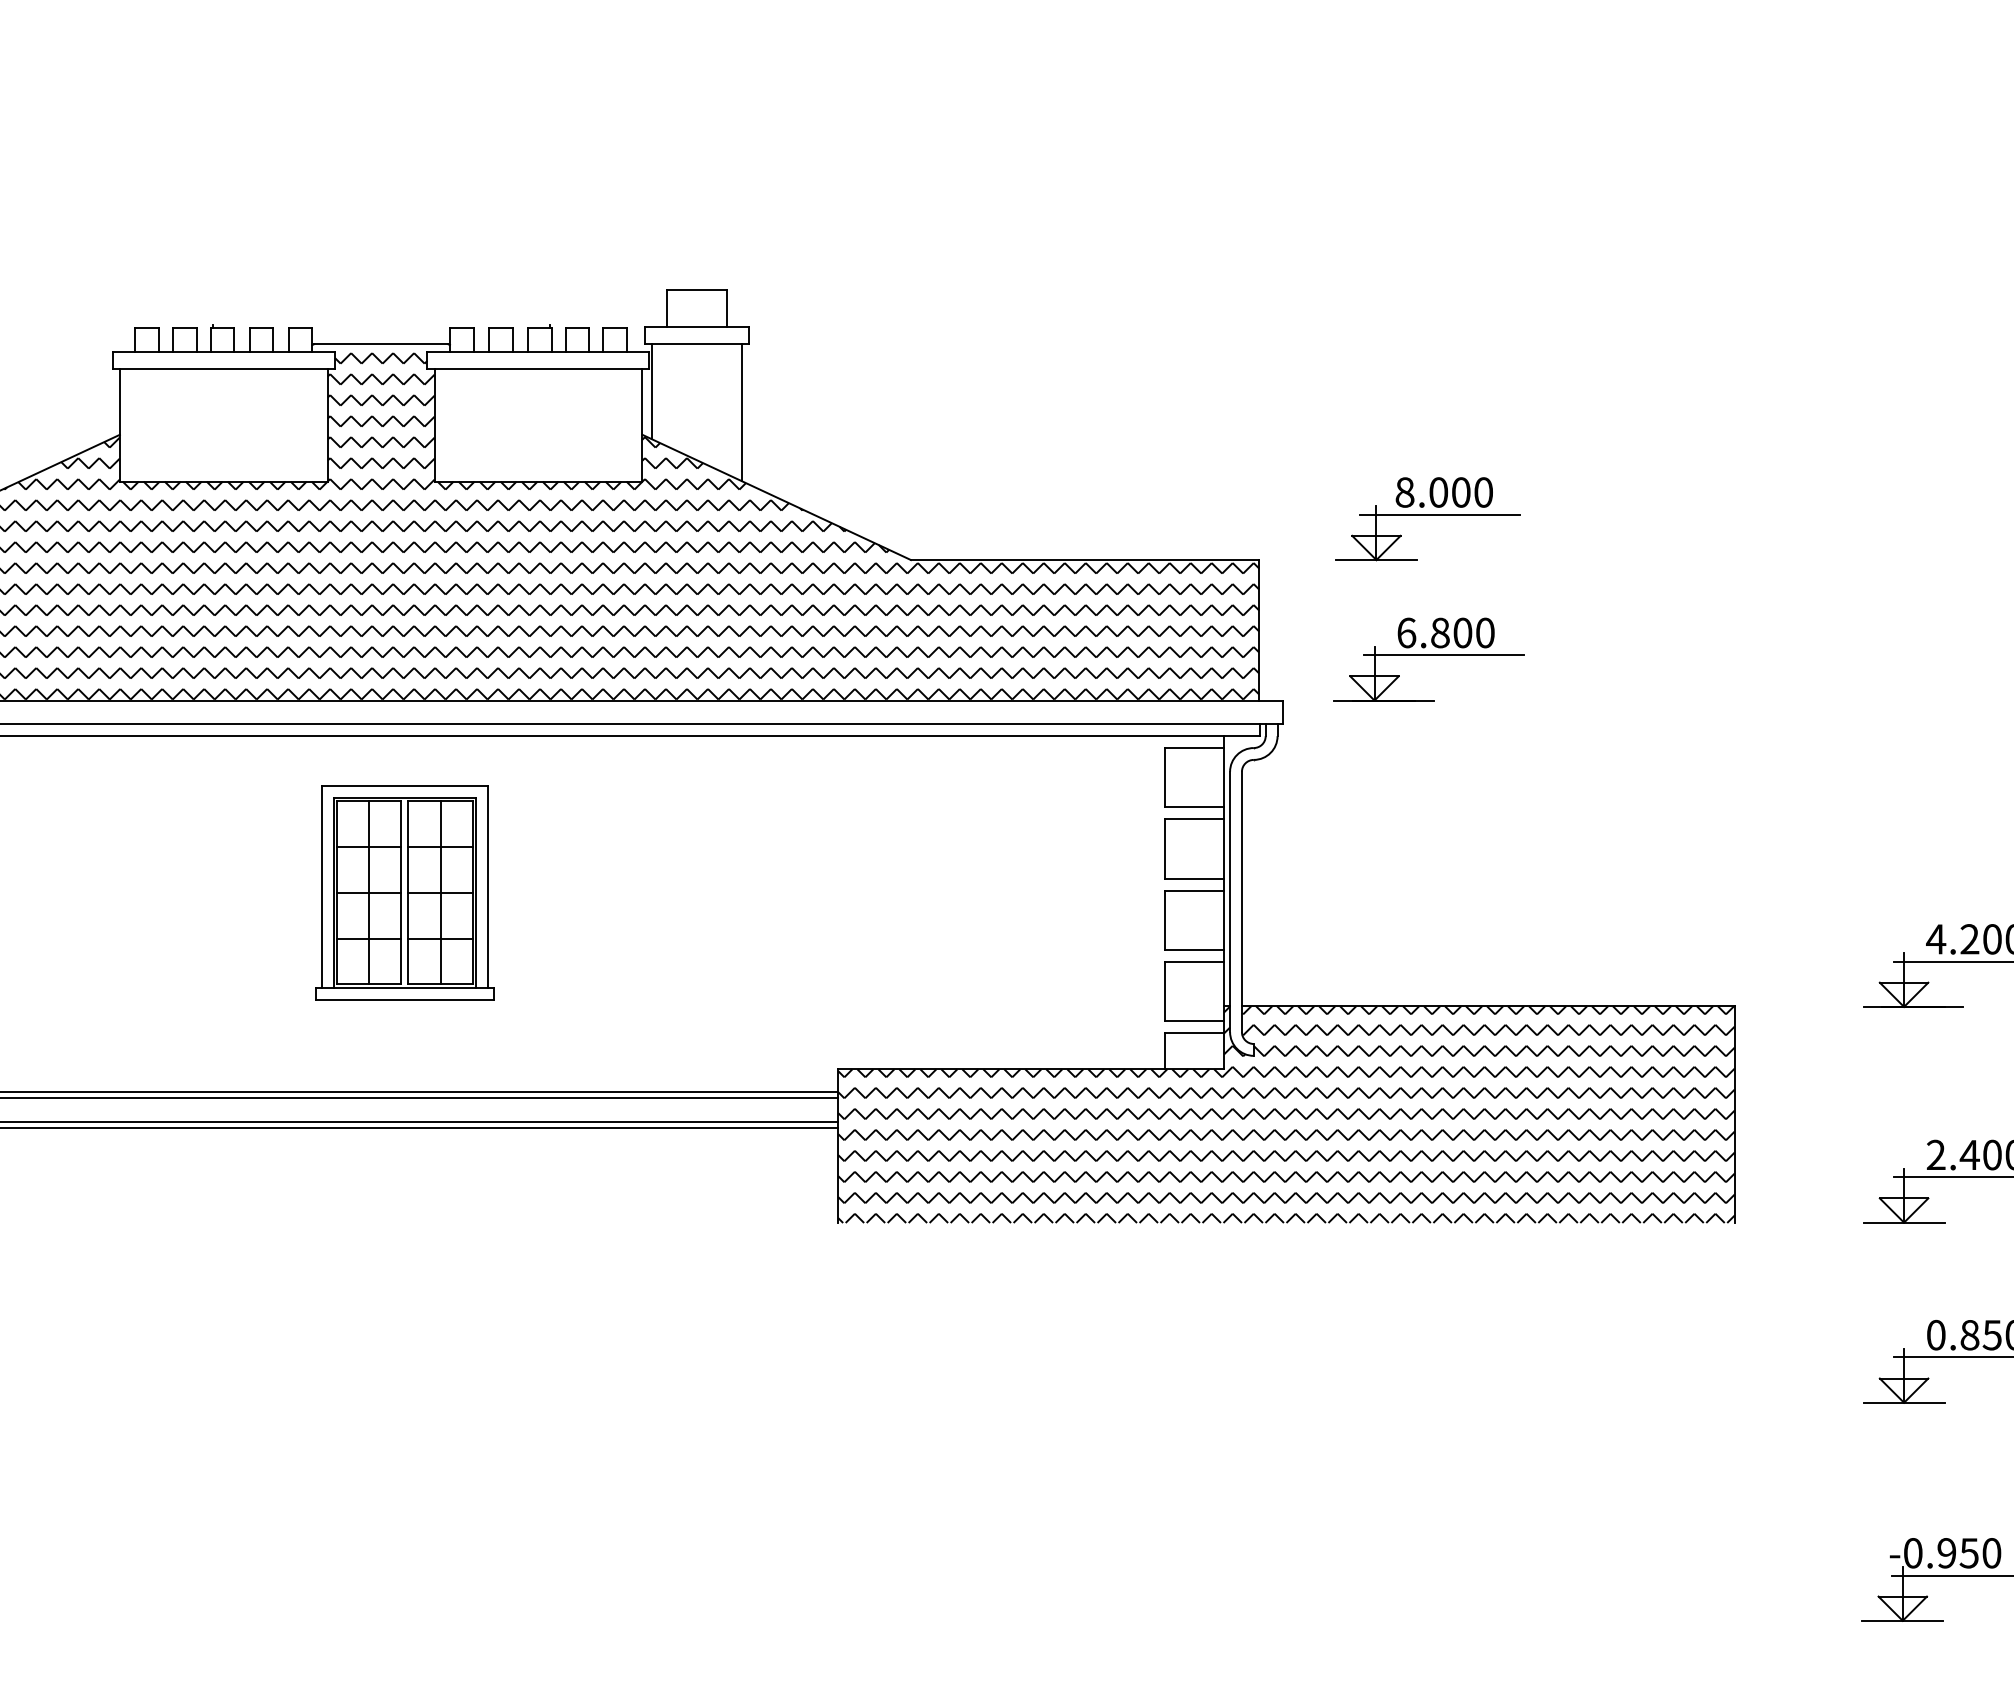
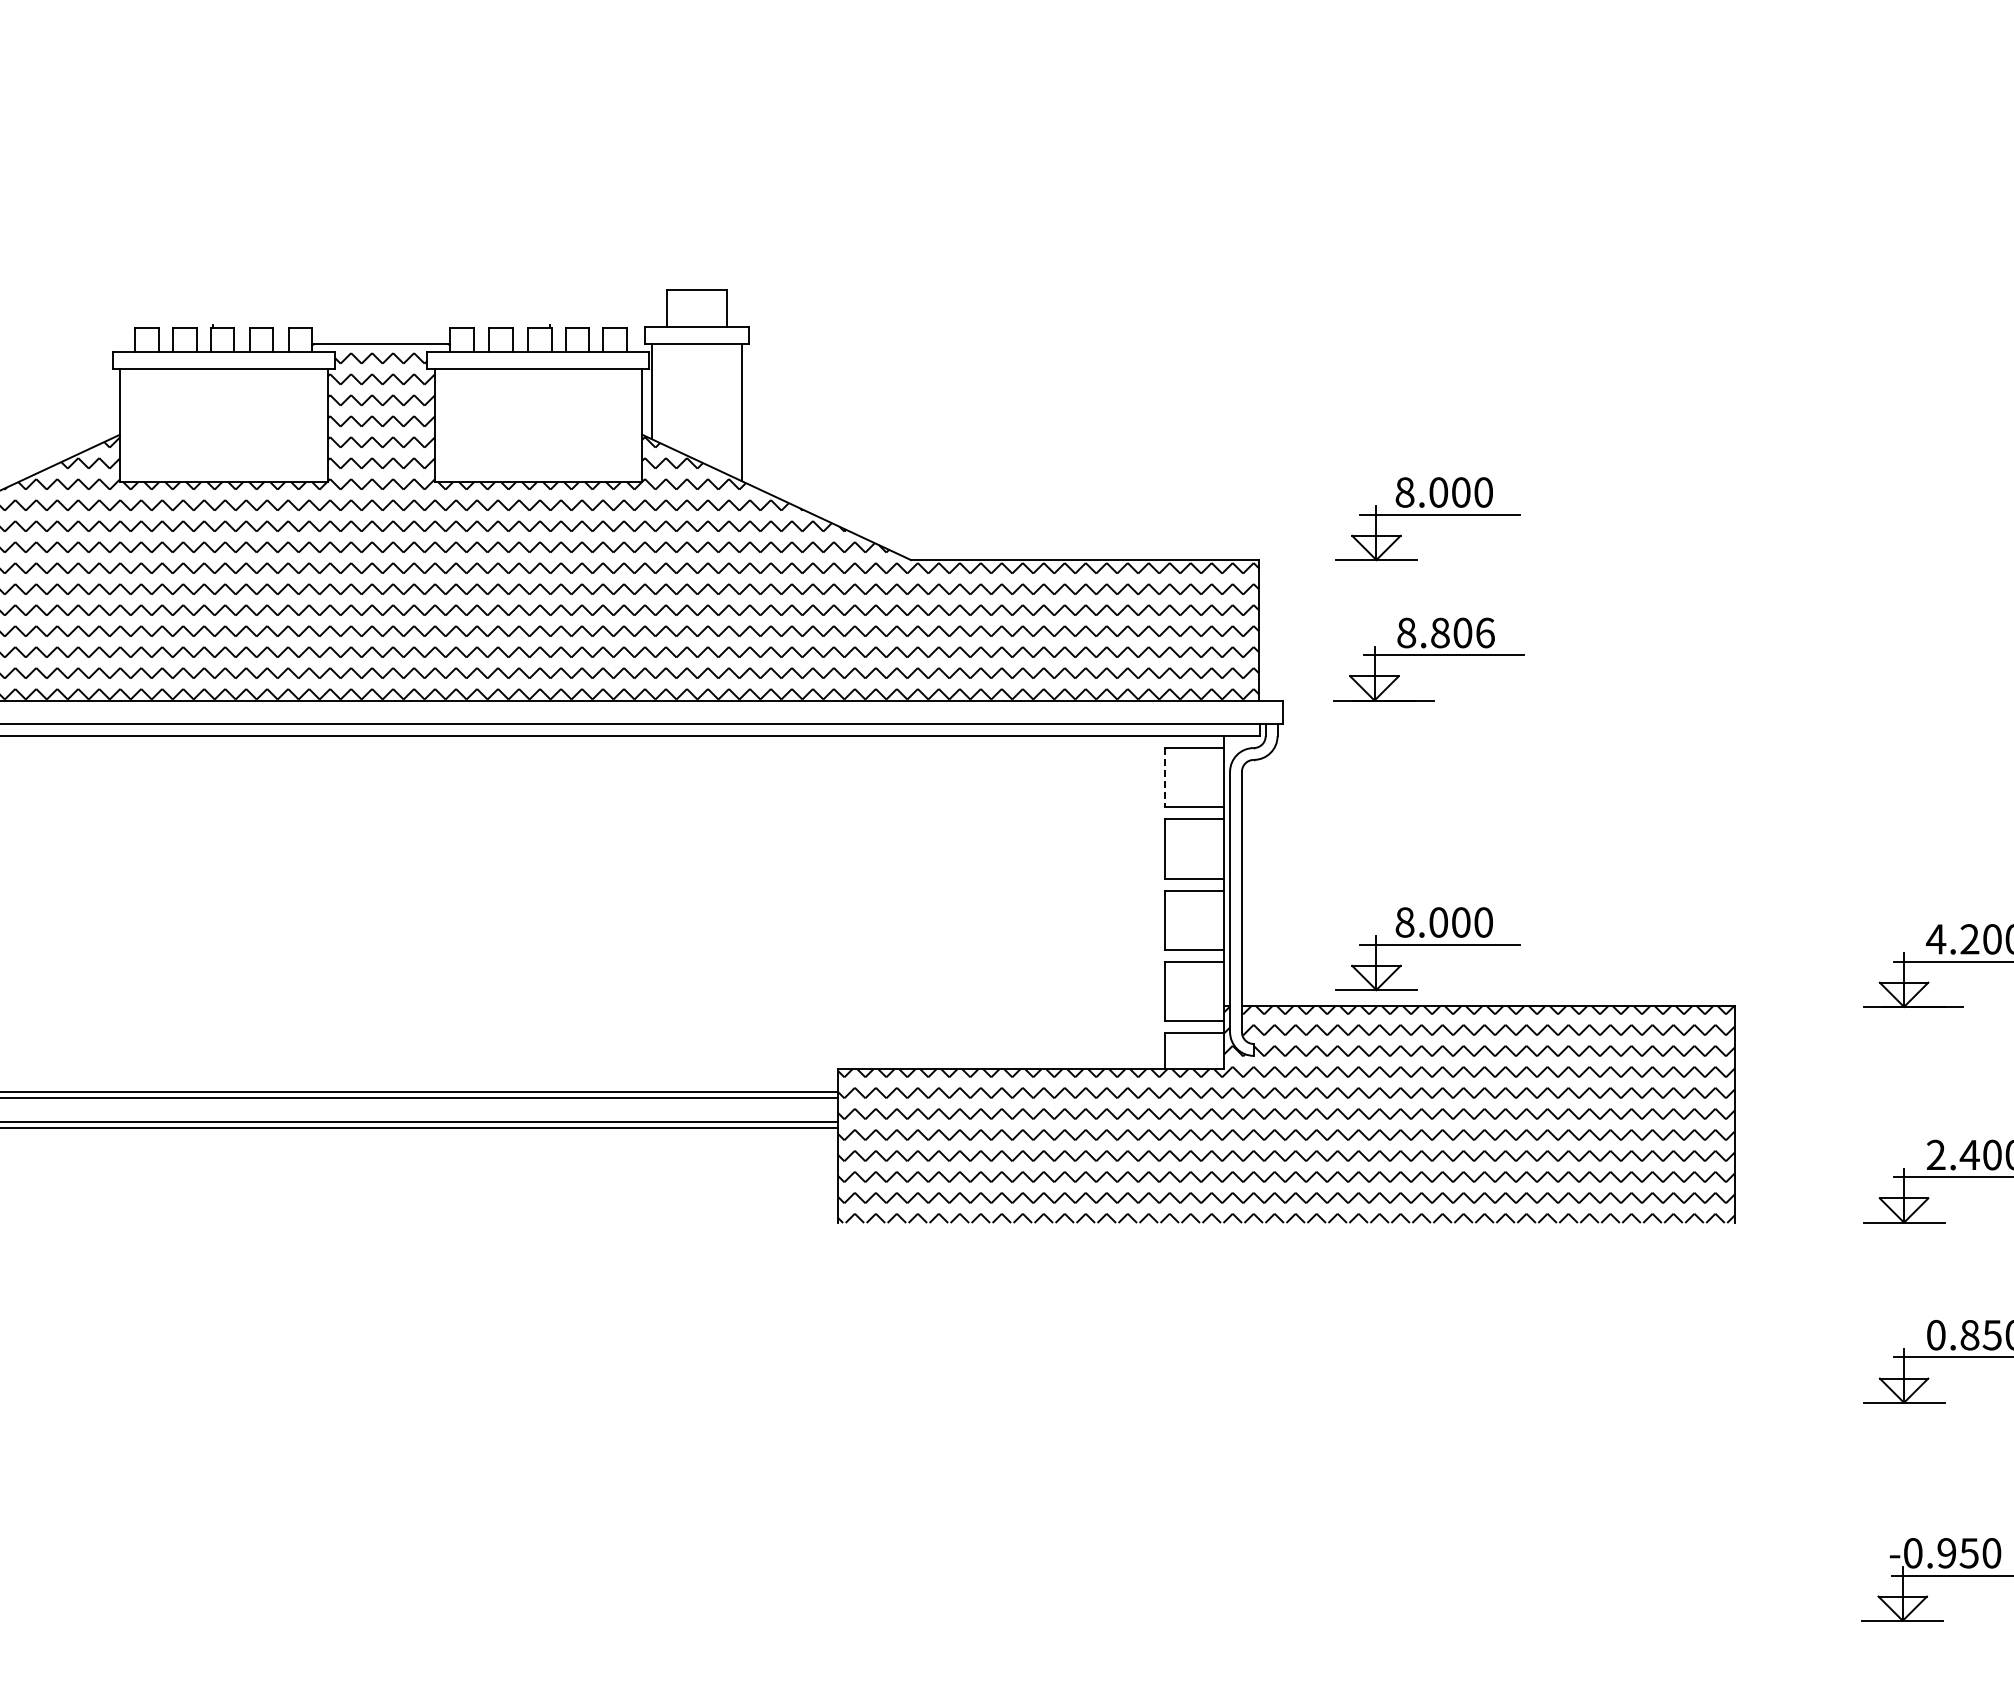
text at (1445, 632): 6.800 -> 8.806
line at (1164, 777): solid -> dashed
part at (404, 892): present -> none
part at (1427, 949): none -> present
